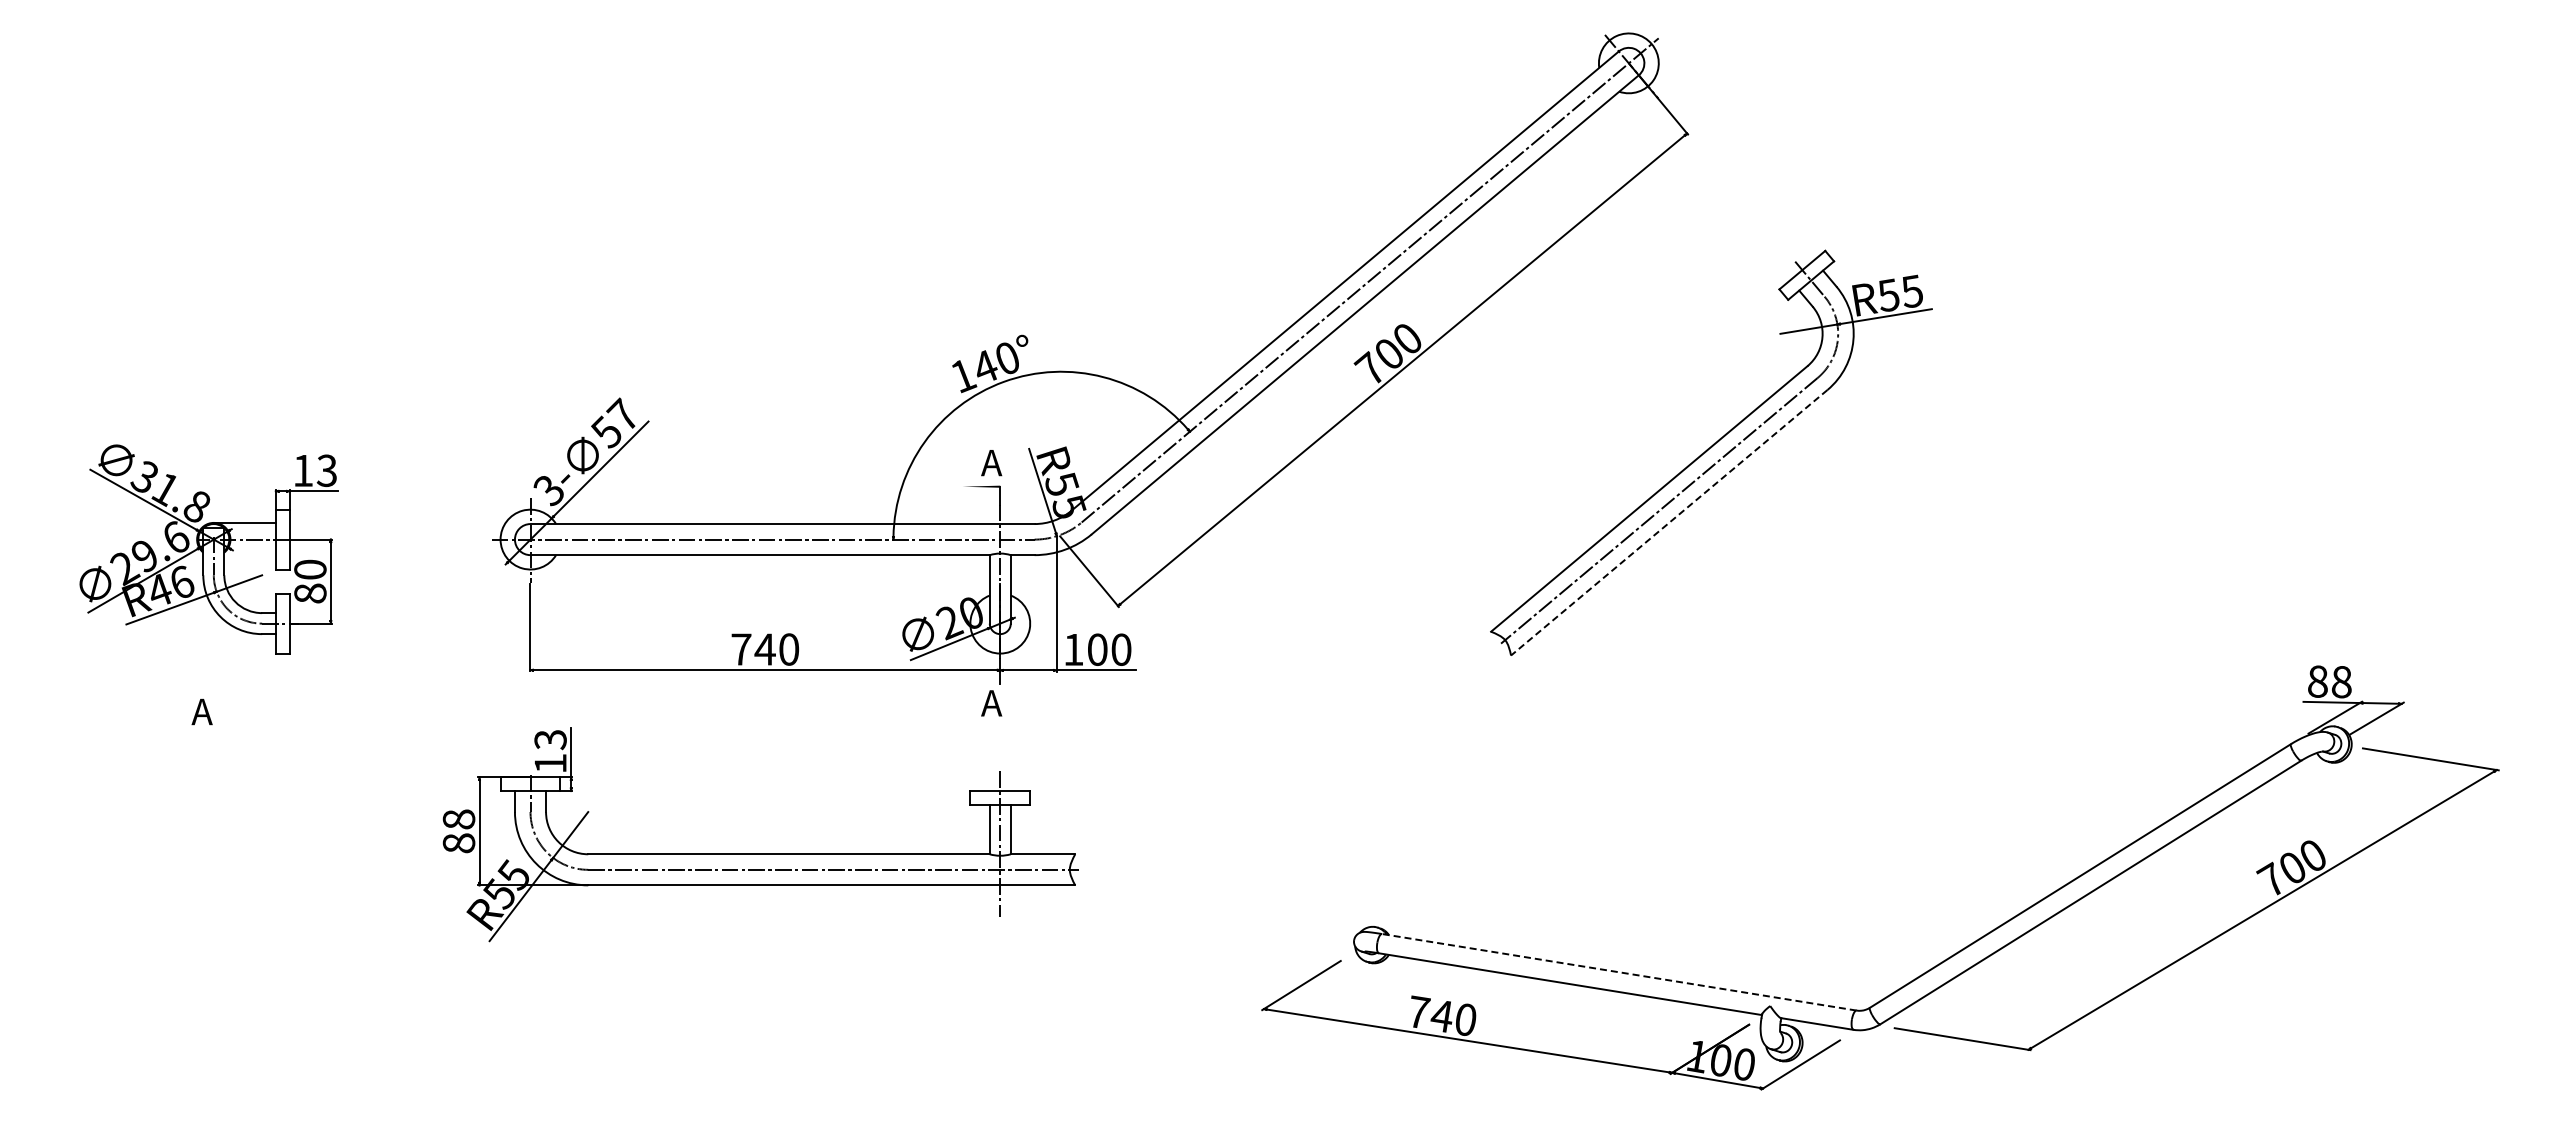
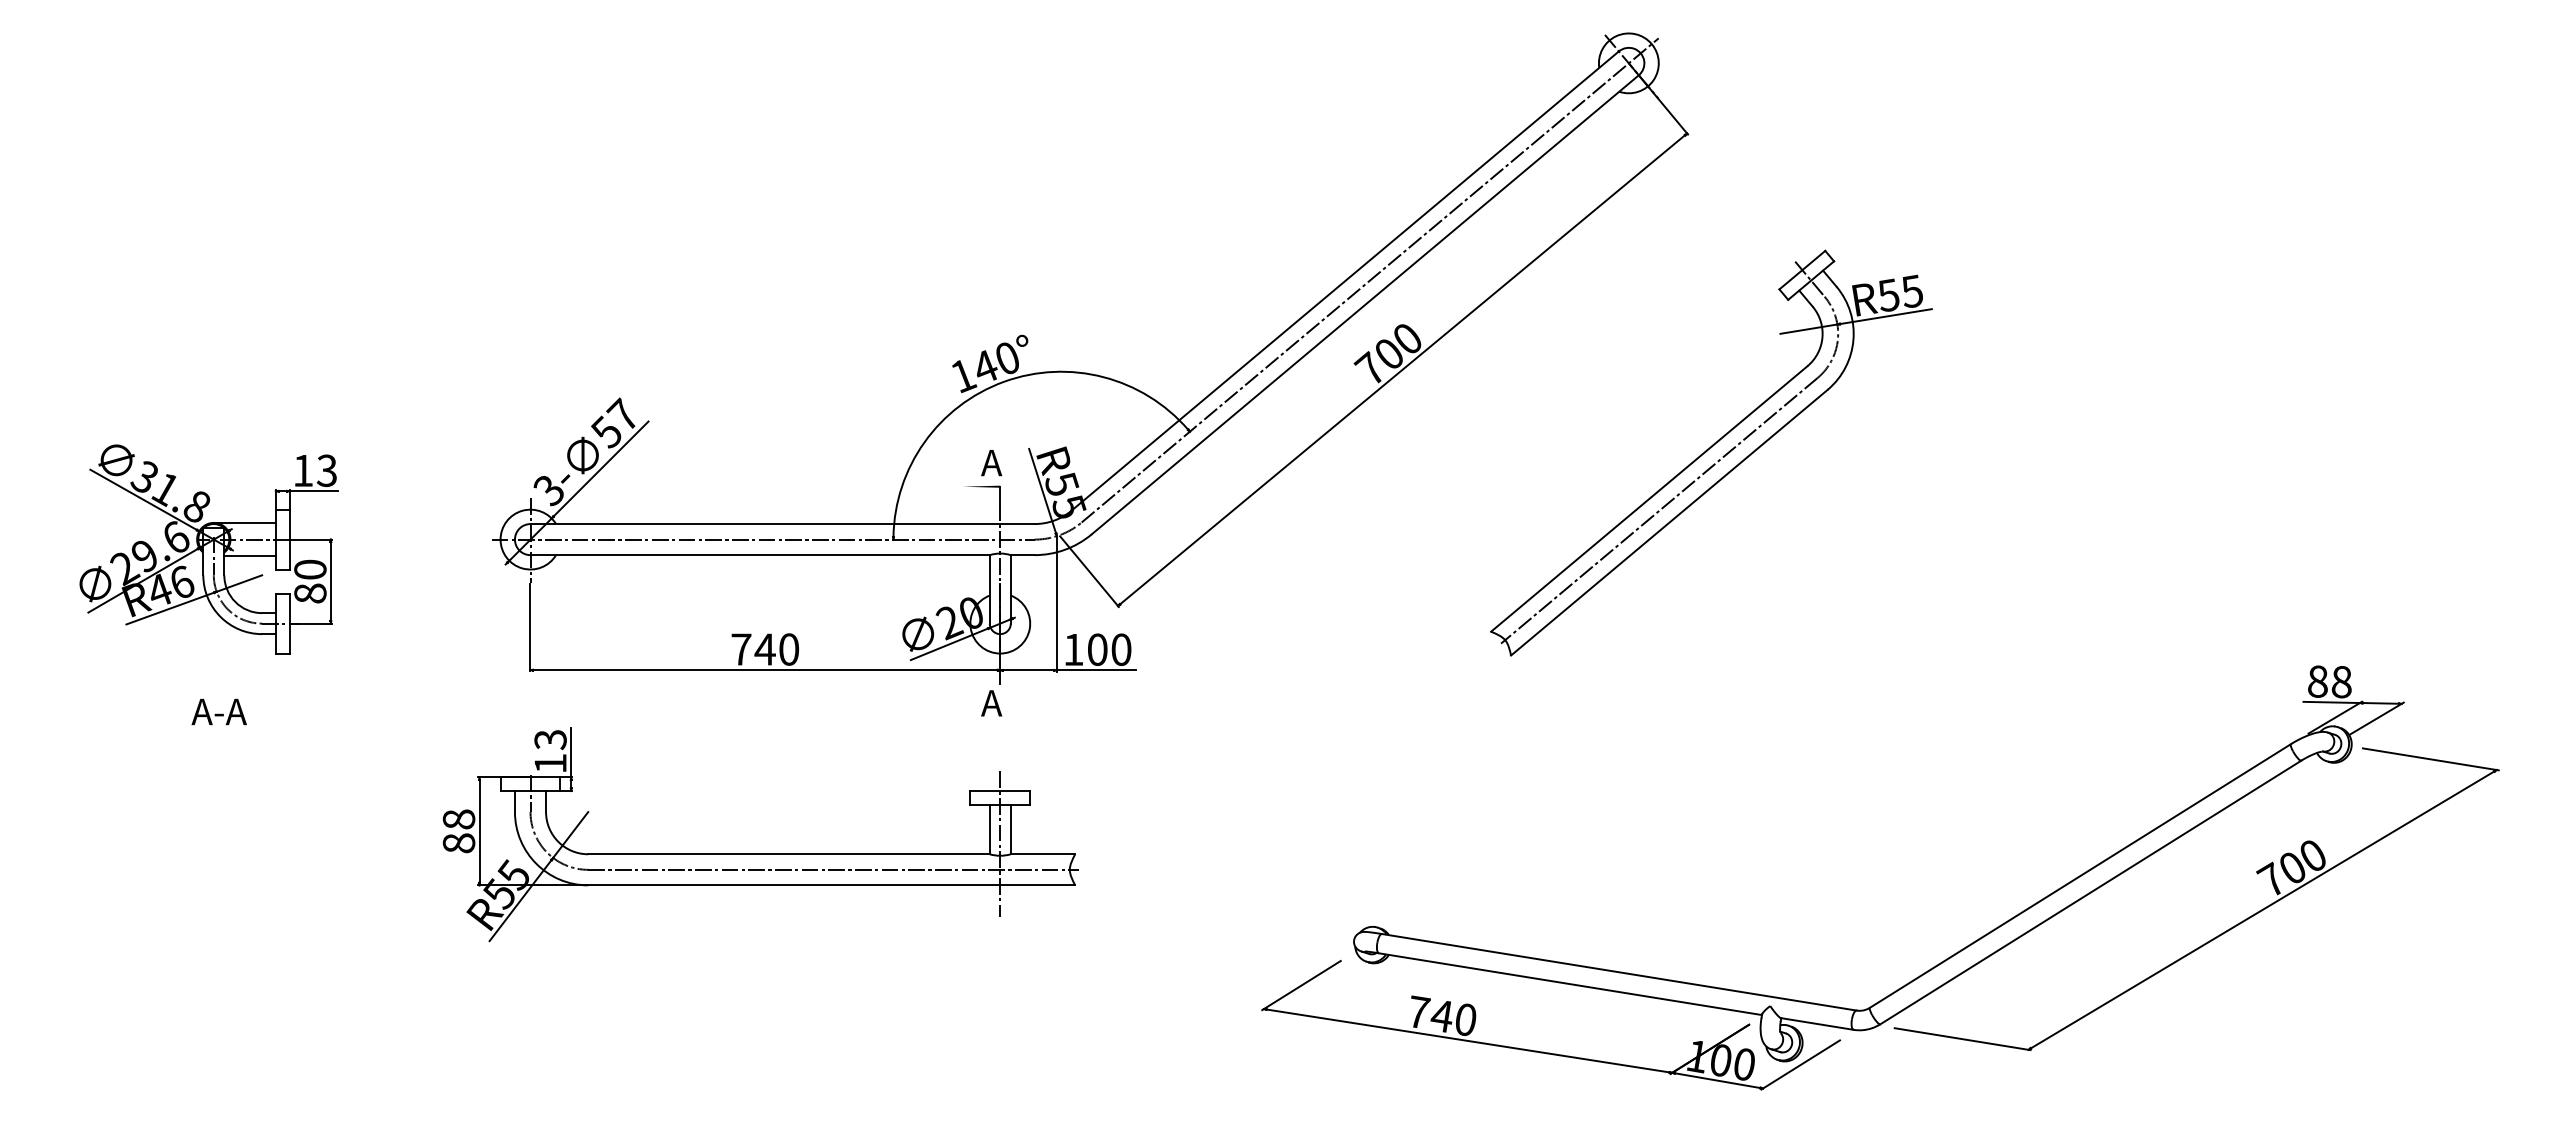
line at (1669, 522): dashed -> solid
line at (249, 556): none -> present
text at (230, 711): A -> A-A
line at (1618, 972): dashed -> solid
